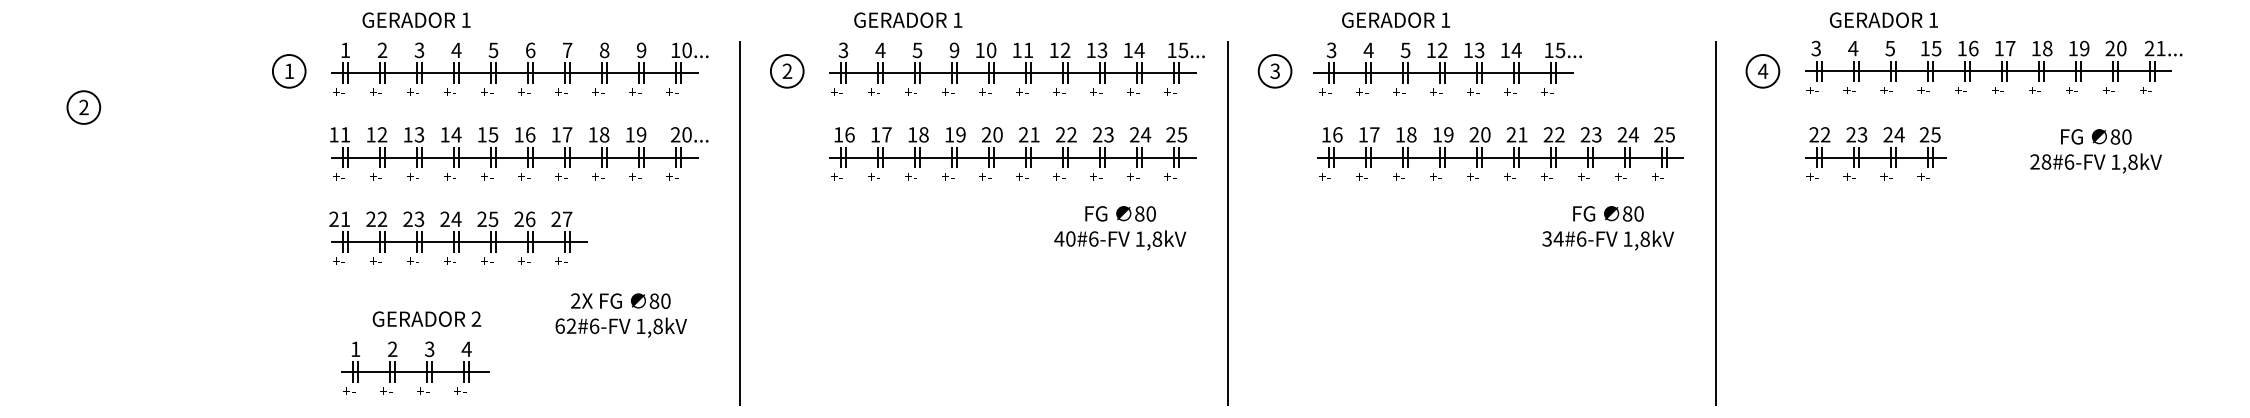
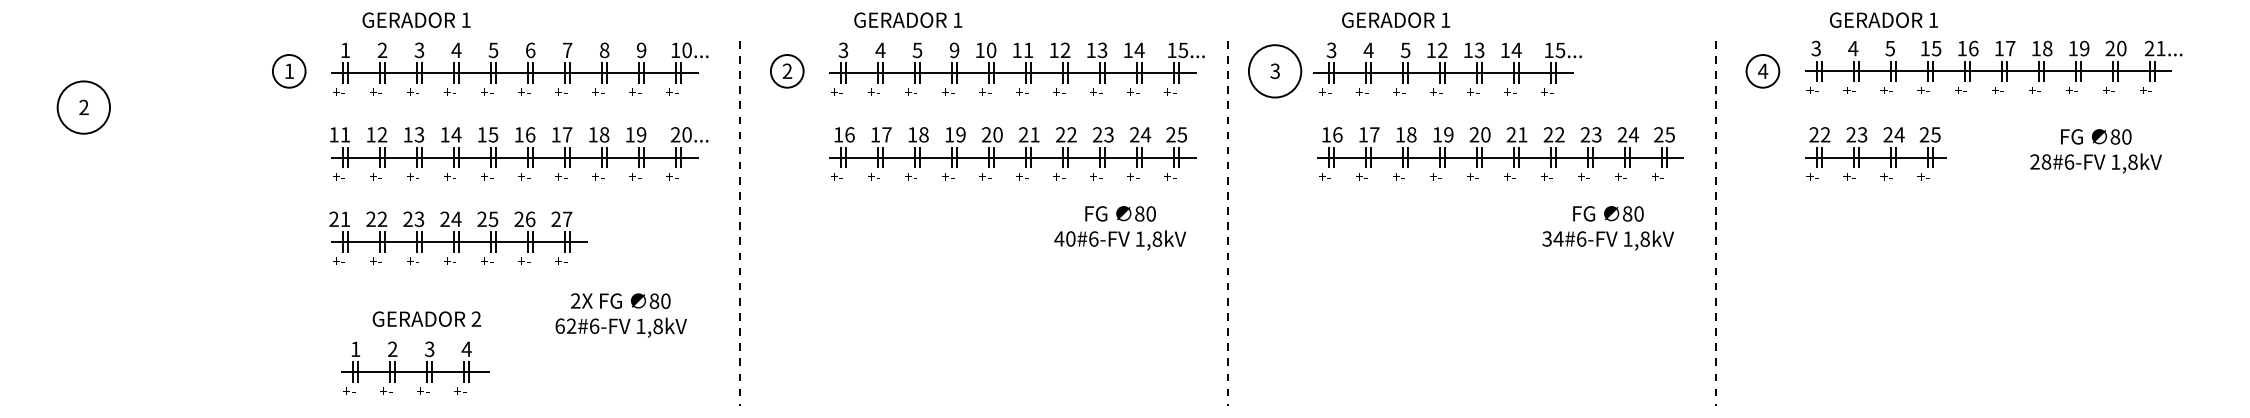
circle at (1274, 71) diameter: 33 px -> 52 px
circle at (83, 107) diameter: 33 px -> 52 px
line at (740, 223): solid -> dashed
line at (1227, 223): solid -> dashed
line at (1715, 223): solid -> dashed
